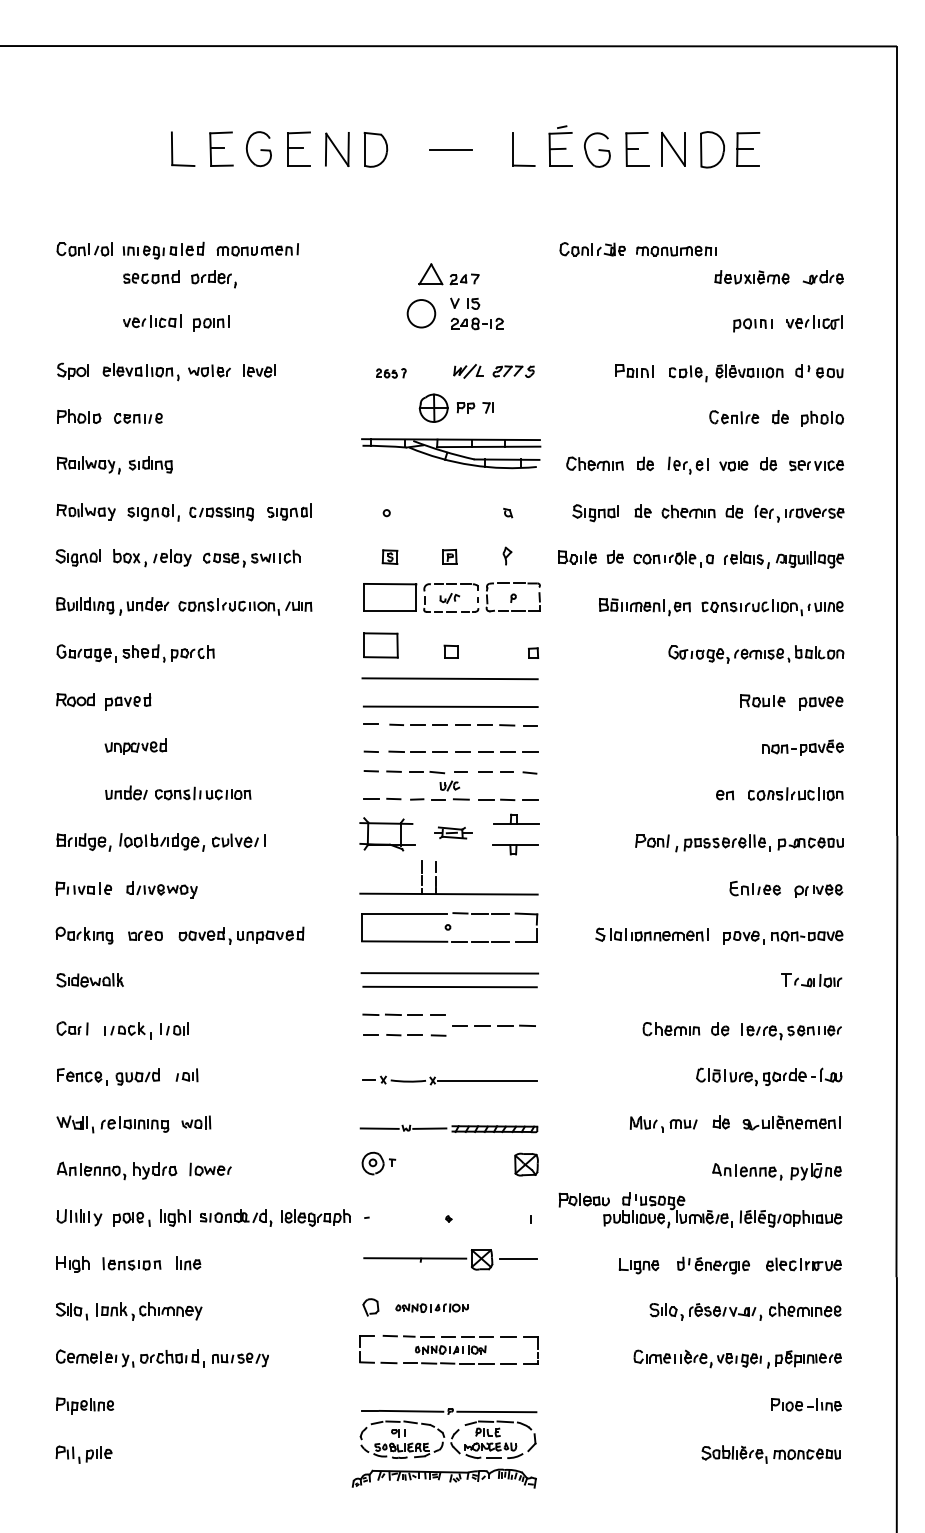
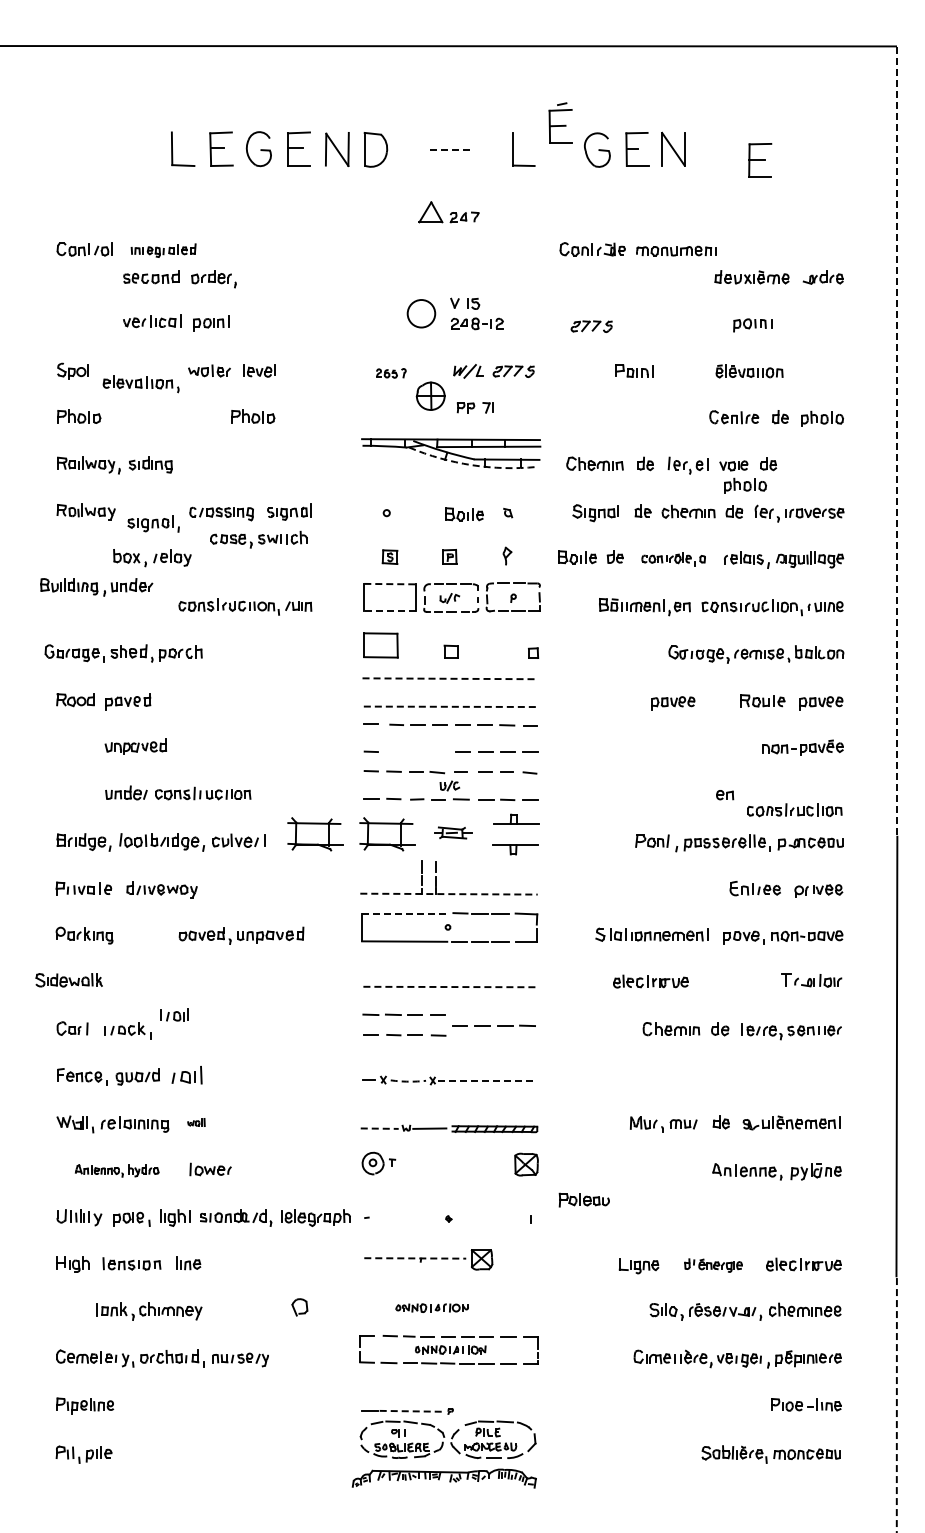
part at (560, 145) position: (560, 145) -> (560, 122)
line at (450, 149): solid -> dashed
part at (712, 149): present -> none
part at (748, 149) position: (748, 149) -> (760, 160)
part at (257, 249): present -> none
part at (163, 250) size: 83x19 px -> 67x15 px
part at (448, 274) position: (448, 274) -> (448, 212)
part at (814, 322): present -> none
part at (591, 326): none -> present
part at (819, 371): present -> none
part at (140, 372) position: (140, 372) -> (140, 384)
part at (688, 373): present -> none
part at (433, 407) position: (433, 407) -> (430, 395)
part at (253, 416): none -> present
part at (138, 418): present -> none
line at (897, 441): solid -> dashed
arc at (471, 465): solid -> dashed
part at (816, 465): present -> none
part at (745, 485): none -> present
part at (153, 512) position: (153, 512) -> (153, 523)
part at (464, 514): none -> present
part at (77, 557): present -> none
part at (251, 558) position: (251, 558) -> (258, 539)
part at (673, 559) size: 81x17 px -> 65x15 px
line at (390, 584): solid -> dashed
part at (112, 606) position: (112, 606) -> (96, 587)
line at (389, 610): solid -> dashed
part at (135, 653) position: (135, 653) -> (123, 653)
line at (450, 678): solid -> dashed
part at (673, 703): none -> present
line at (450, 706): solid -> dashed
part at (417, 751): present -> none
part at (795, 794) position: (795, 794) -> (794, 810)
part at (315, 834): none -> present
line at (449, 894): solid -> dashed
line at (404, 913): solid -> dashed
part at (145, 935): present -> none
line at (449, 973): present -> none
part at (89, 980) position: (89, 980) -> (68, 980)
part at (650, 981): none -> present
line at (450, 987): solid -> dashed
part at (174, 1028) position: (174, 1028) -> (174, 1014)
part at (186, 1075) size: 24x15 px -> 32x19 px
part at (769, 1076): present -> none
line at (488, 1080): solid -> dashed
arc at (408, 1081): solid -> dashed
part at (196, 1122) size: 31x15 px -> 19x9 px
line at (379, 1128): solid -> dashed
part at (117, 1170) size: 121x20 px -> 85x14 px
part at (722, 1210): present -> none
line at (415, 1258): solid -> dashed
line at (518, 1258): present -> none
part at (713, 1265) size: 73x19 px -> 59x15 px
part at (370, 1307) position: (370, 1307) -> (299, 1307)
part at (71, 1311): present -> none
line at (896, 1405): solid -> dashed
line at (411, 1411): solid -> dashed
line at (496, 1411): present -> none
